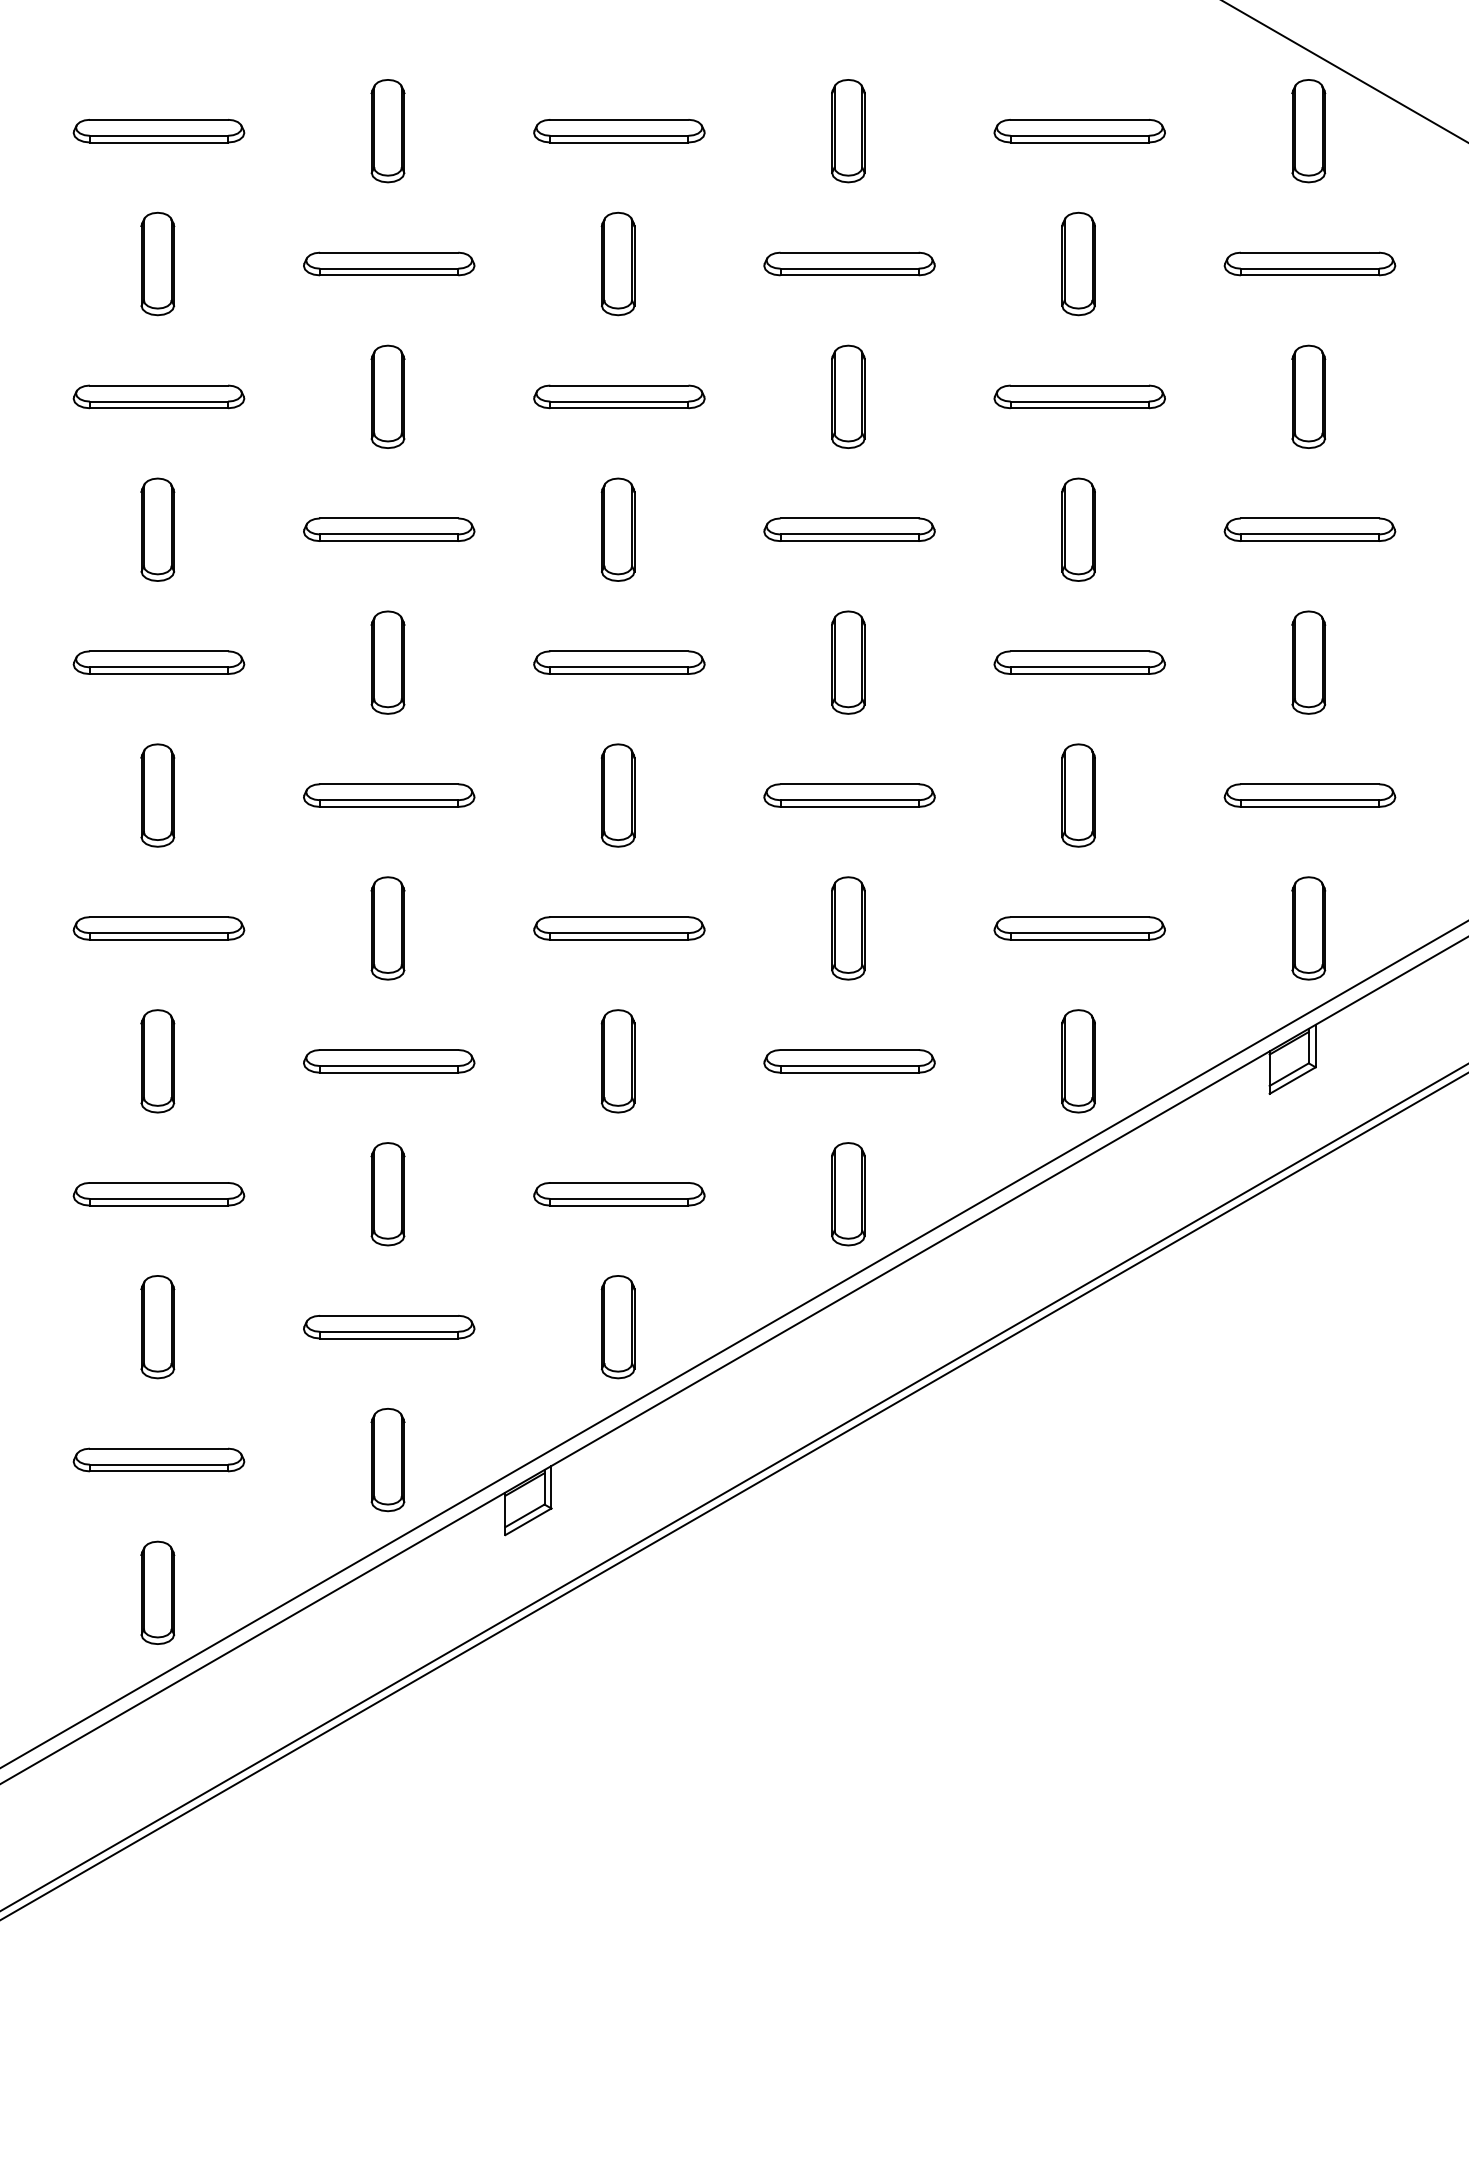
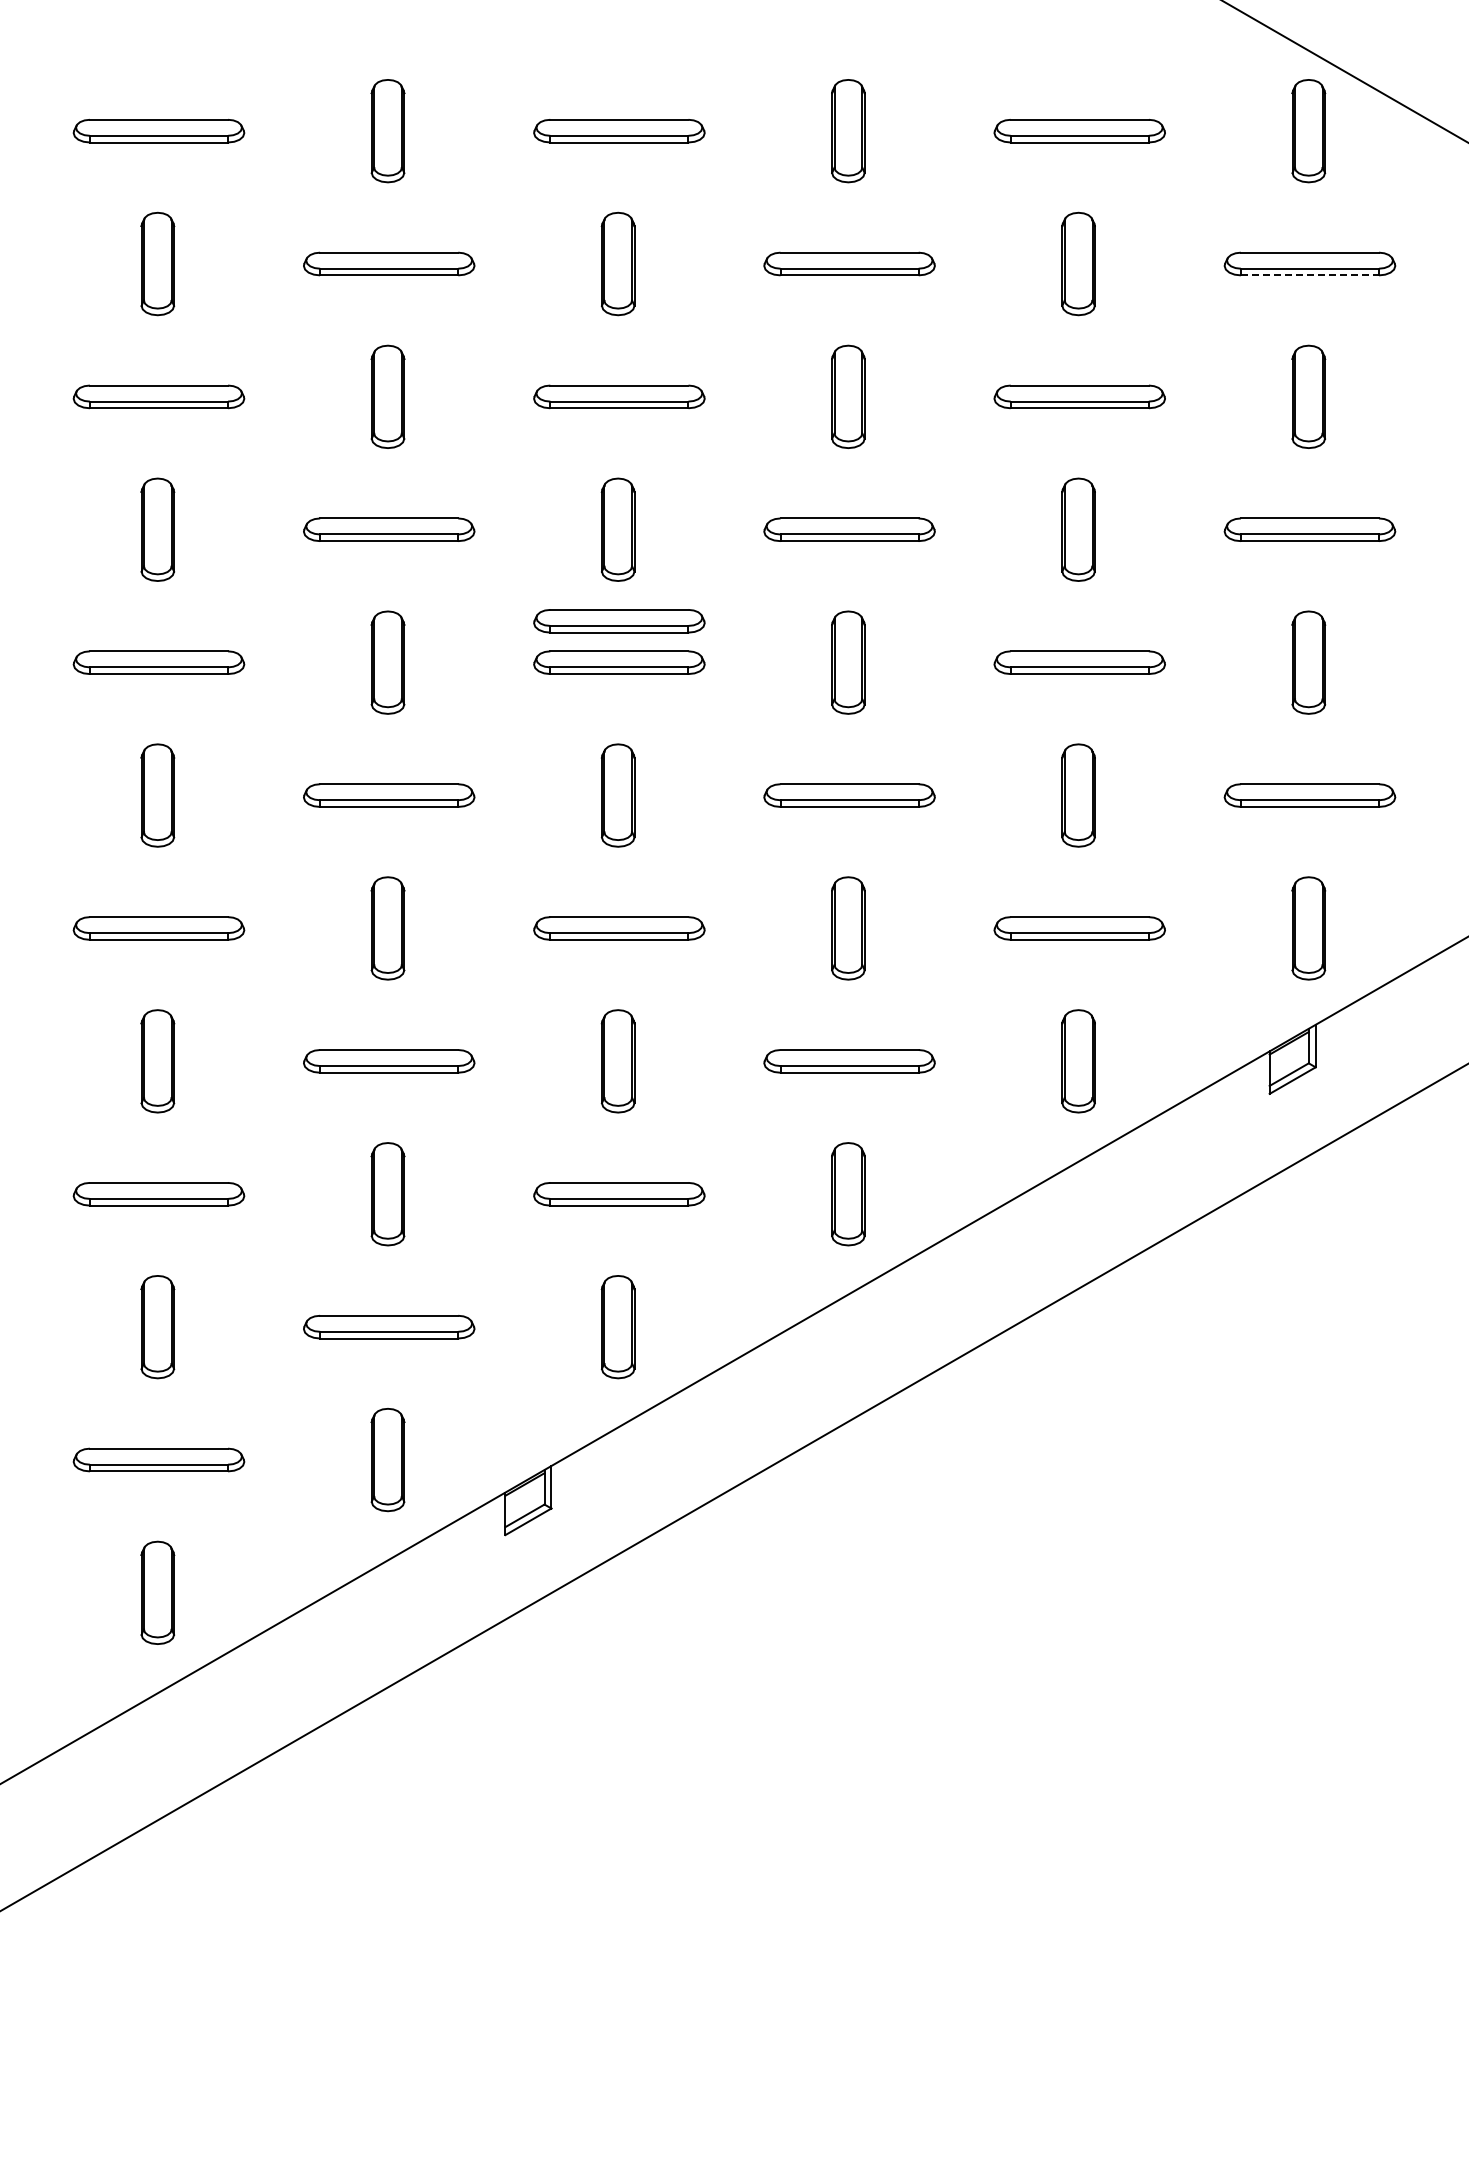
line at (1310, 275): solid -> dashed
part at (619, 621): none -> present
line at (733, 1344): present -> none
line at (733, 1496): present -> none
